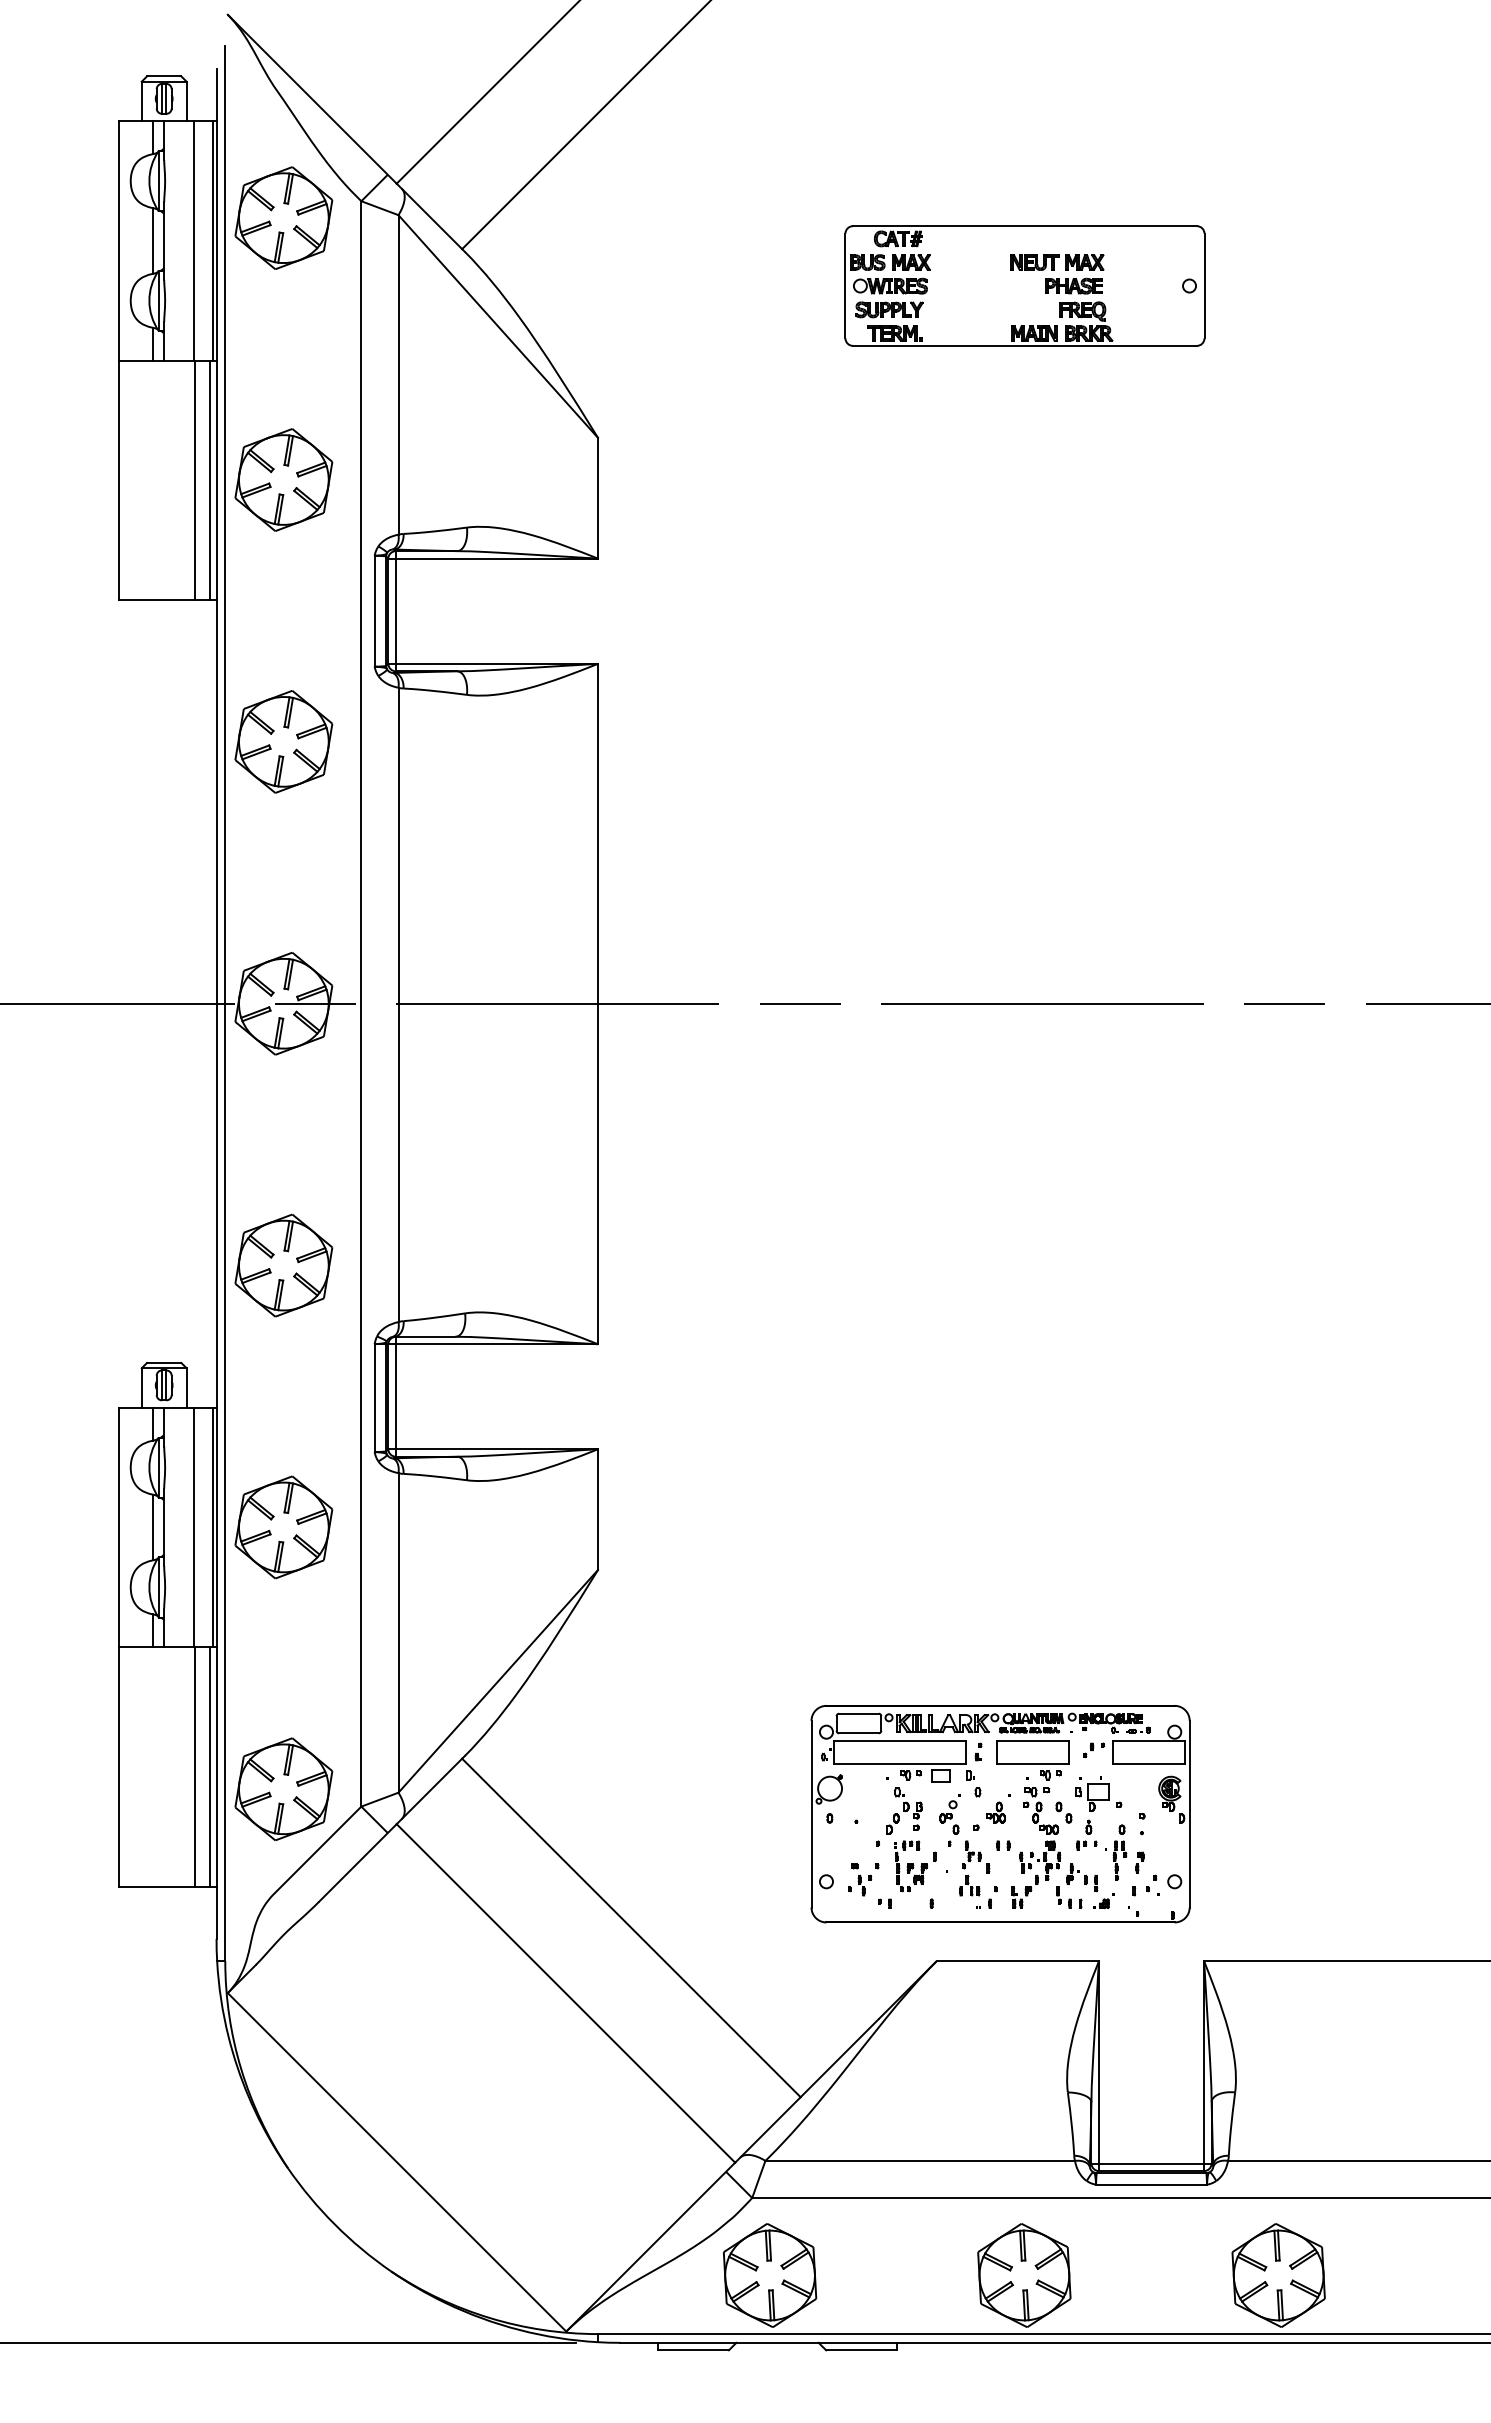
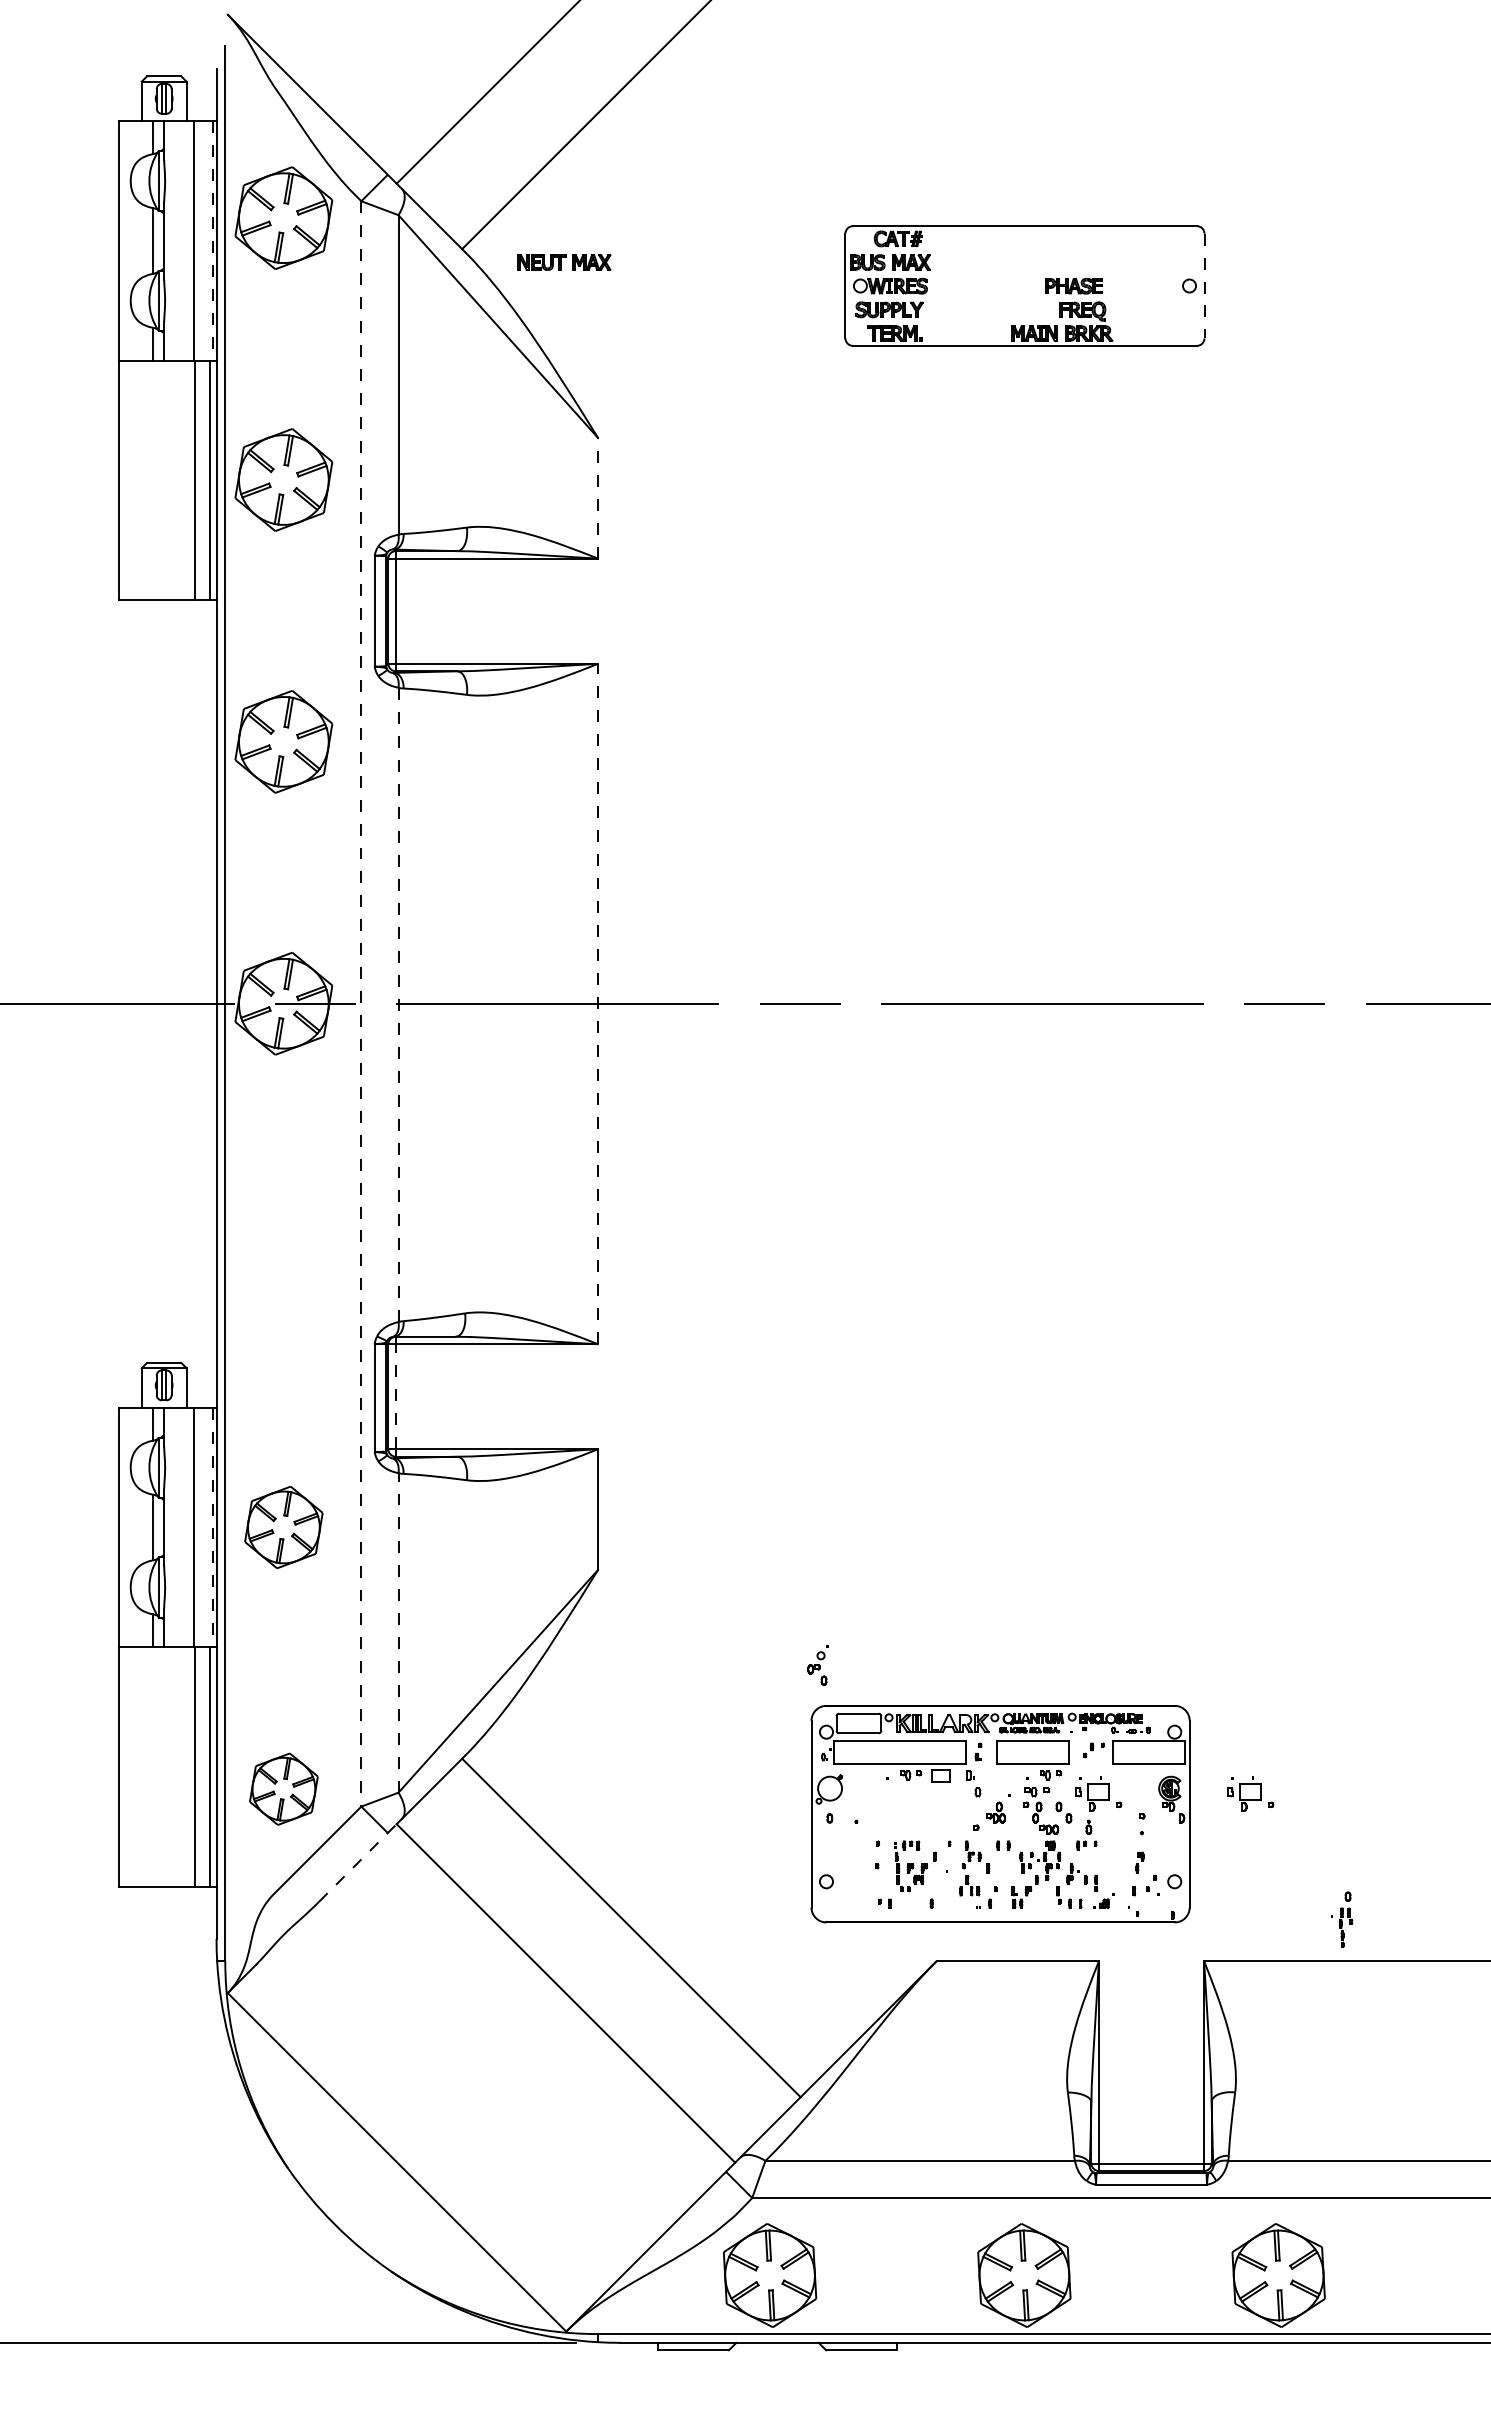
line at (212, 240): solid -> dashed
part at (1057, 262) position: (1057, 262) -> (564, 262)
line at (1204, 286): solid -> dashed
line at (598, 497): solid -> dashed
line at (361, 1003): solid -> dashed
line at (598, 1003): solid -> dashed
line at (398, 1004): solid -> dashed
part at (283, 1265): present -> none
line at (395, 1396): solid -> dashed
line at (212, 1527): solid -> dashed
part at (283, 1527) size: 100x105 px -> 80x83 px
line at (398, 1632): solid -> dashed
part at (283, 1788) size: 100x104 px -> 70x74 px
part at (1250, 1793): none -> present
part at (904, 1810): present -> none
part at (949, 1814) position: (949, 1814) -> (817, 1665)
part at (1116, 1852) position: (1116, 1852) -> (1342, 1919)
line at (357, 1862): solid -> dashed
part at (860, 1879): present -> none
